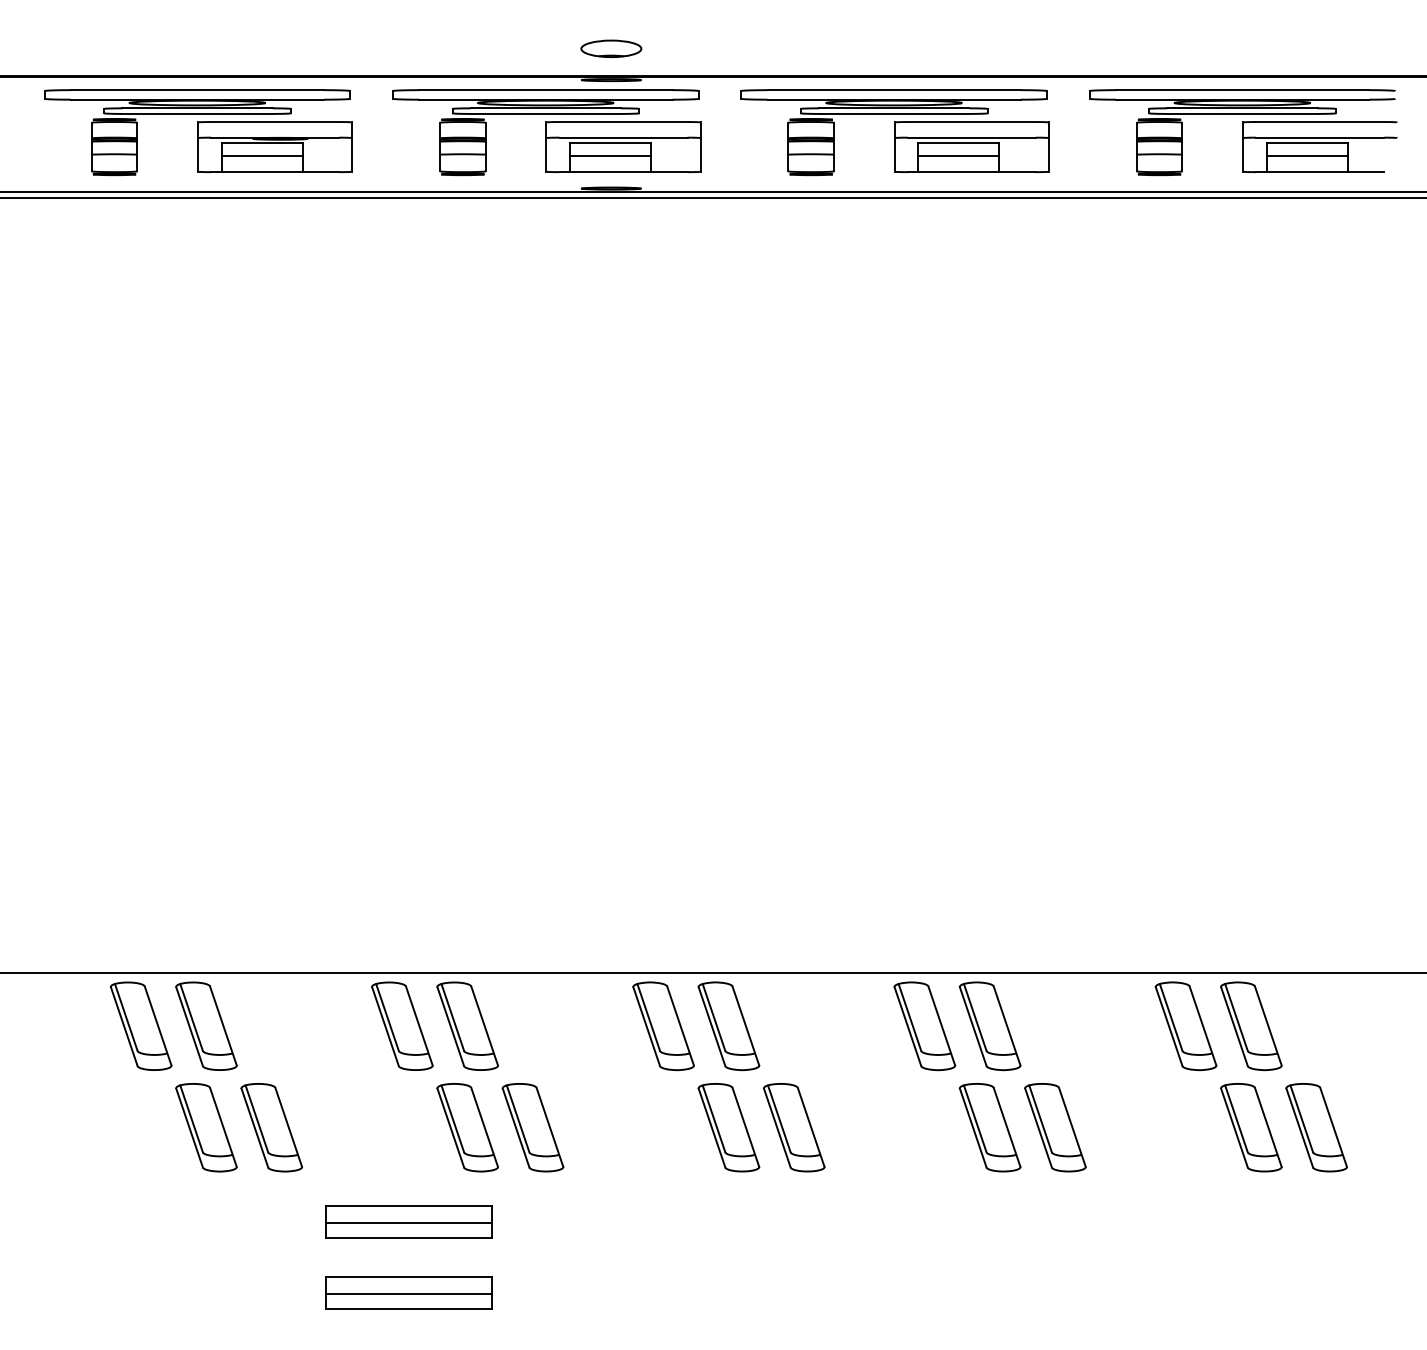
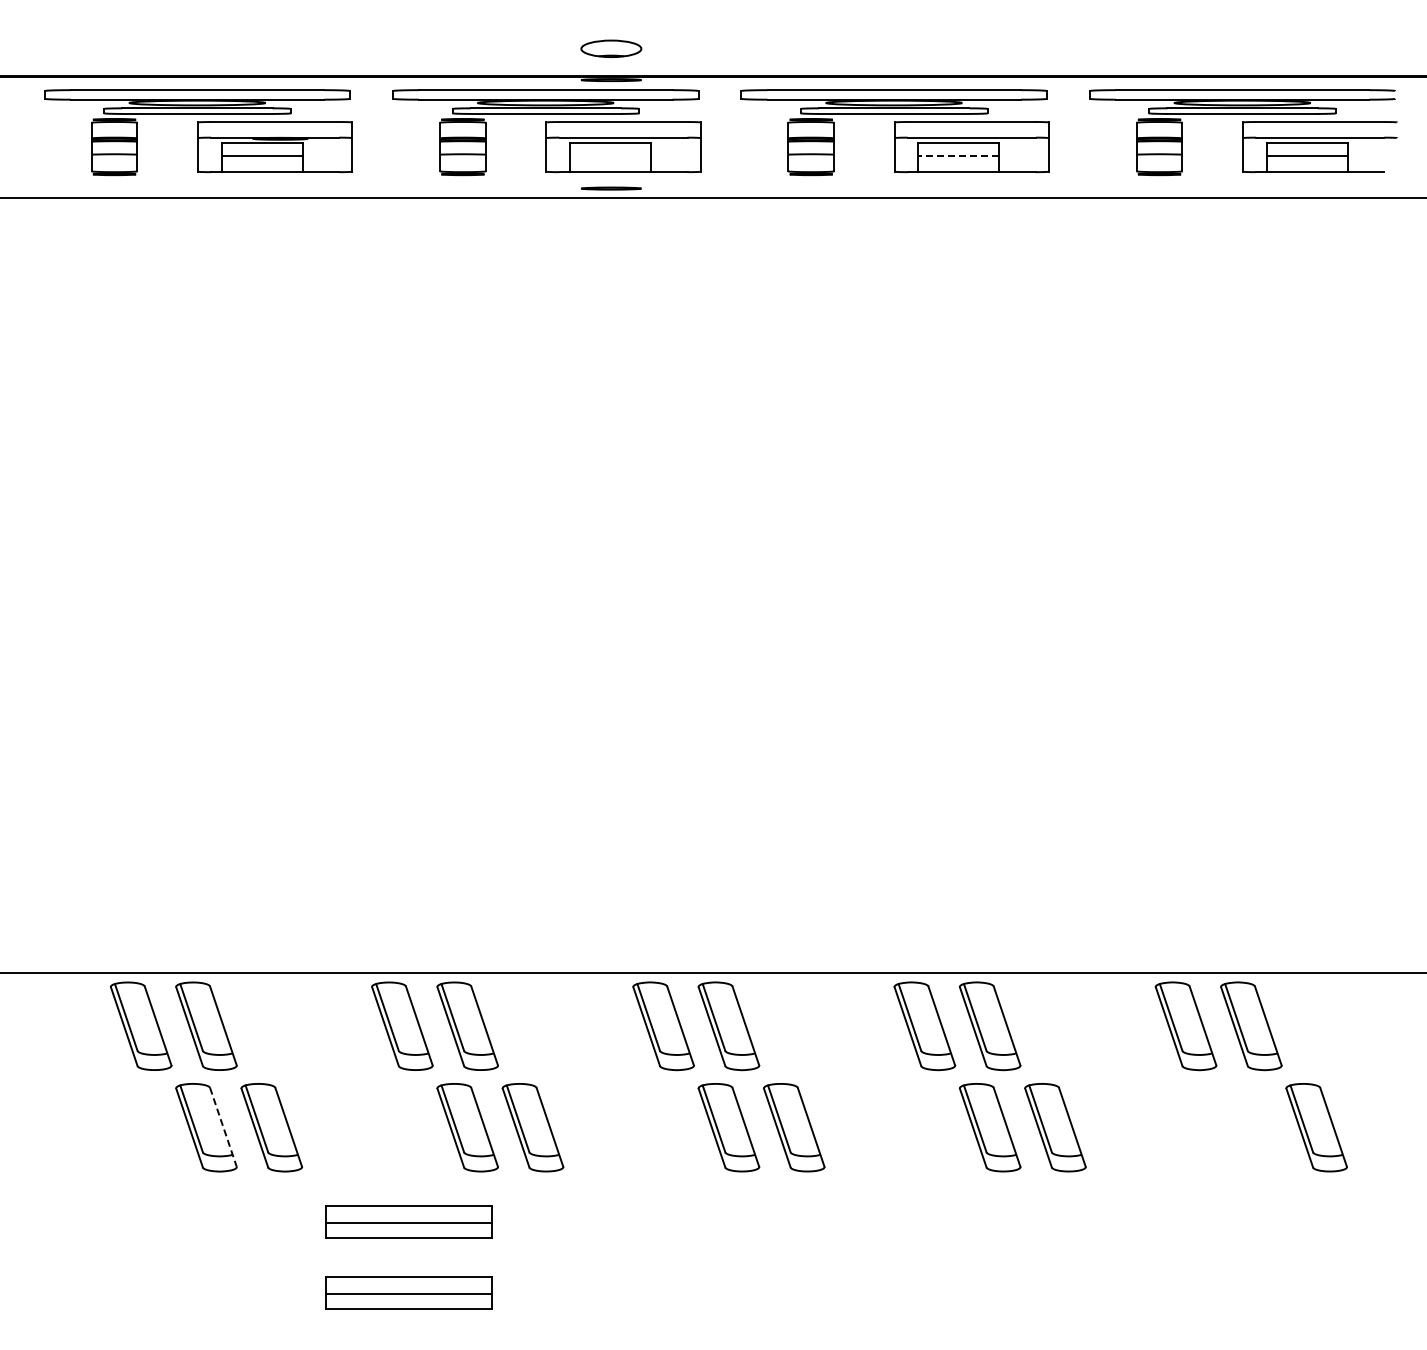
line at (609, 156): present -> none
line at (958, 156): solid -> dashed
line at (712, 192): present -> none
line at (223, 1127): solid -> dashed
part at (1251, 1127): present -> none
